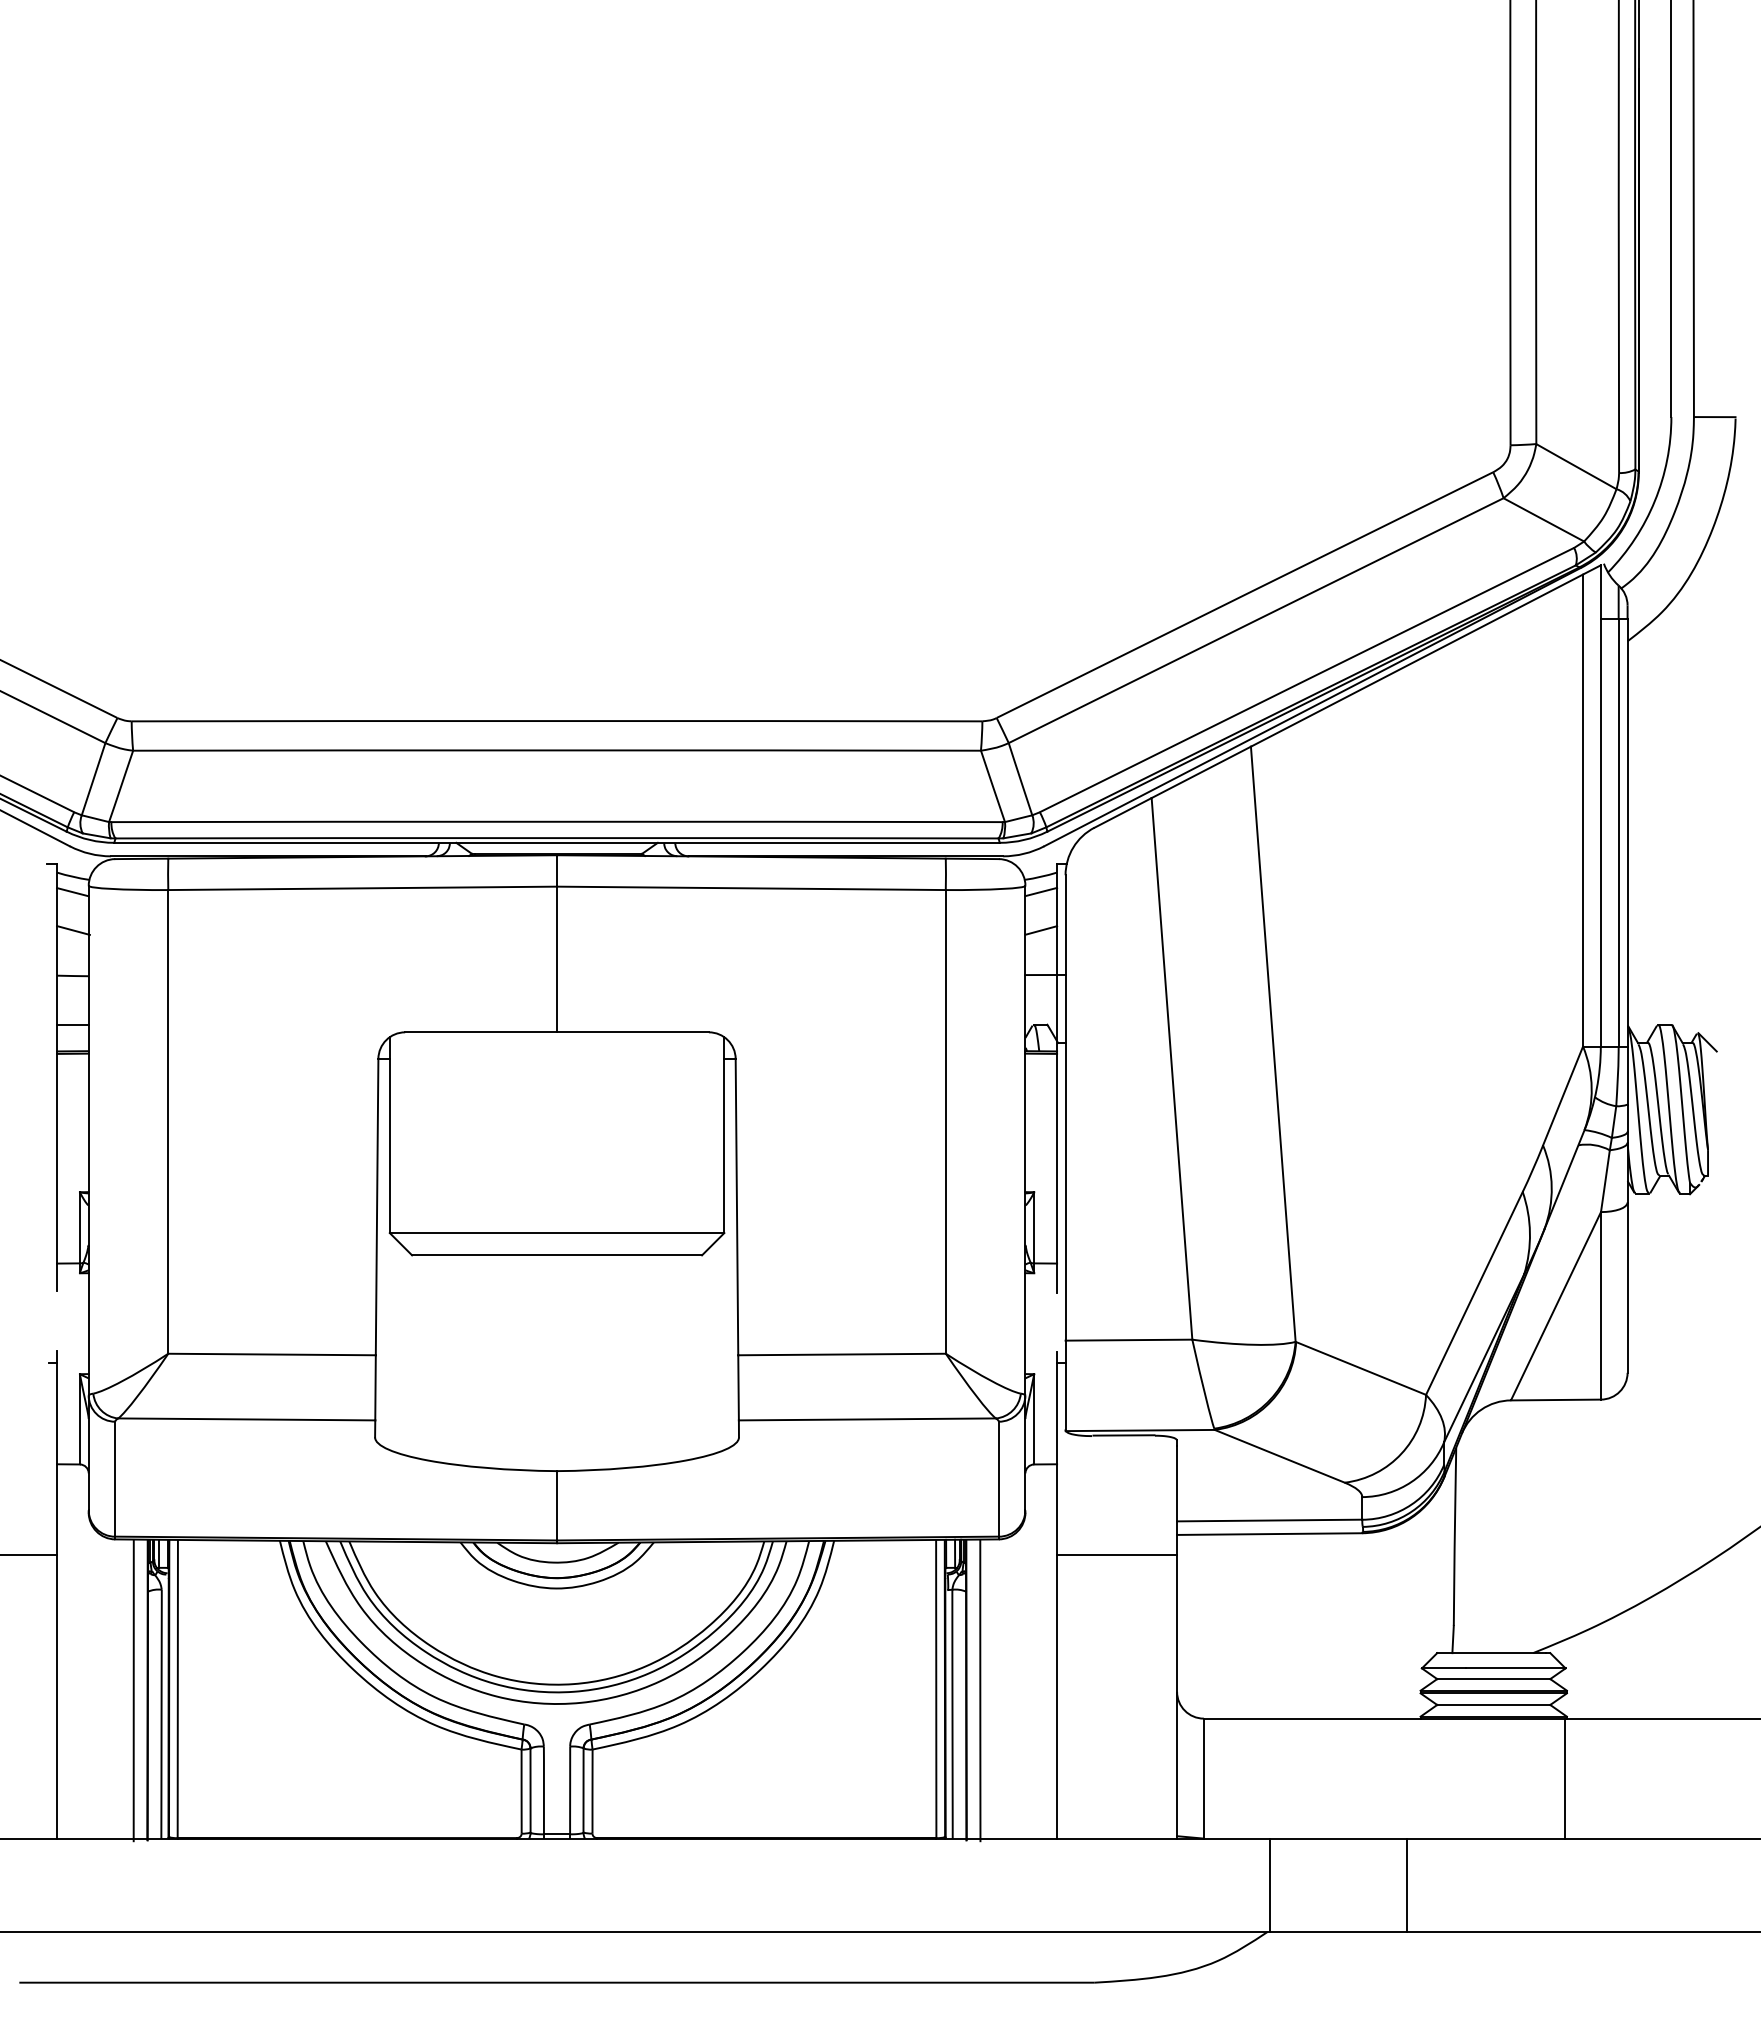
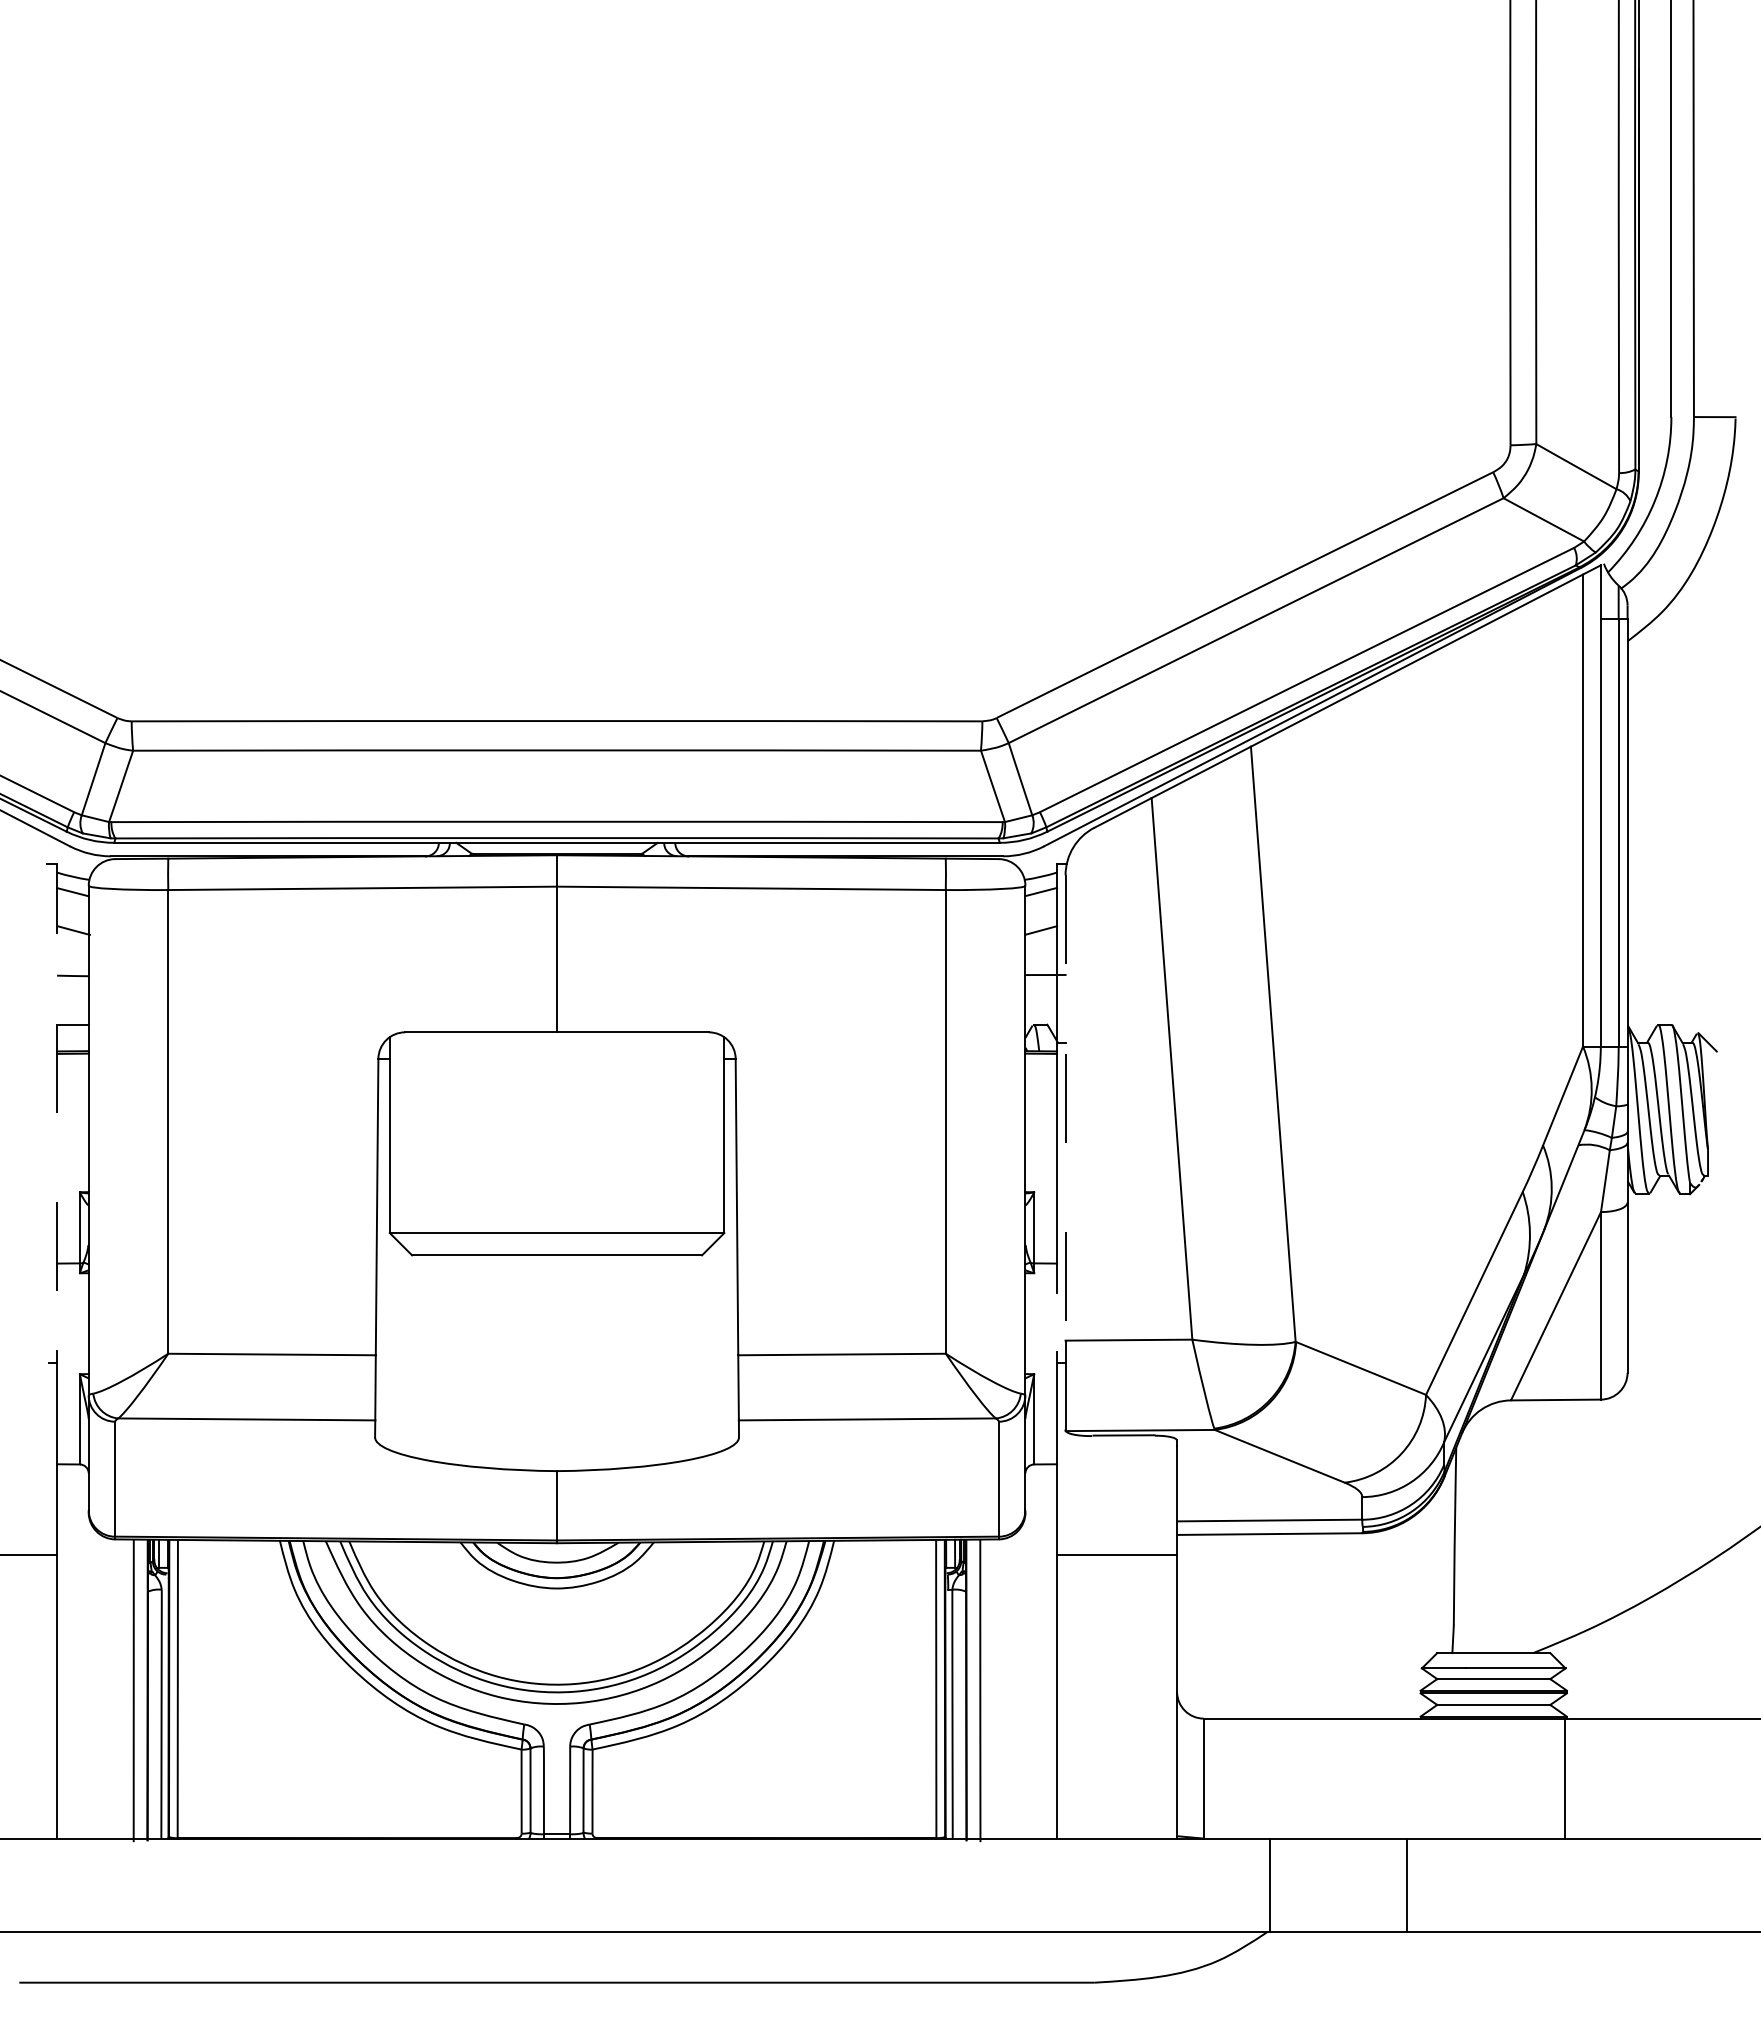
line at (57, 1077): solid -> dashed
line at (1065, 1107): solid -> dashed
